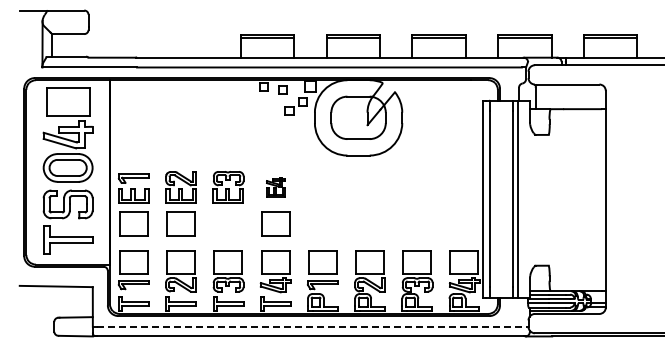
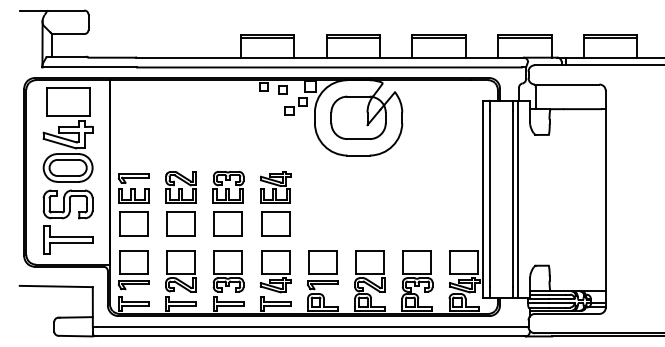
part at (275, 187) size: 20x21 px -> 32x33 px
part at (227, 223): none -> present
line at (312, 326): dashed -> solid
